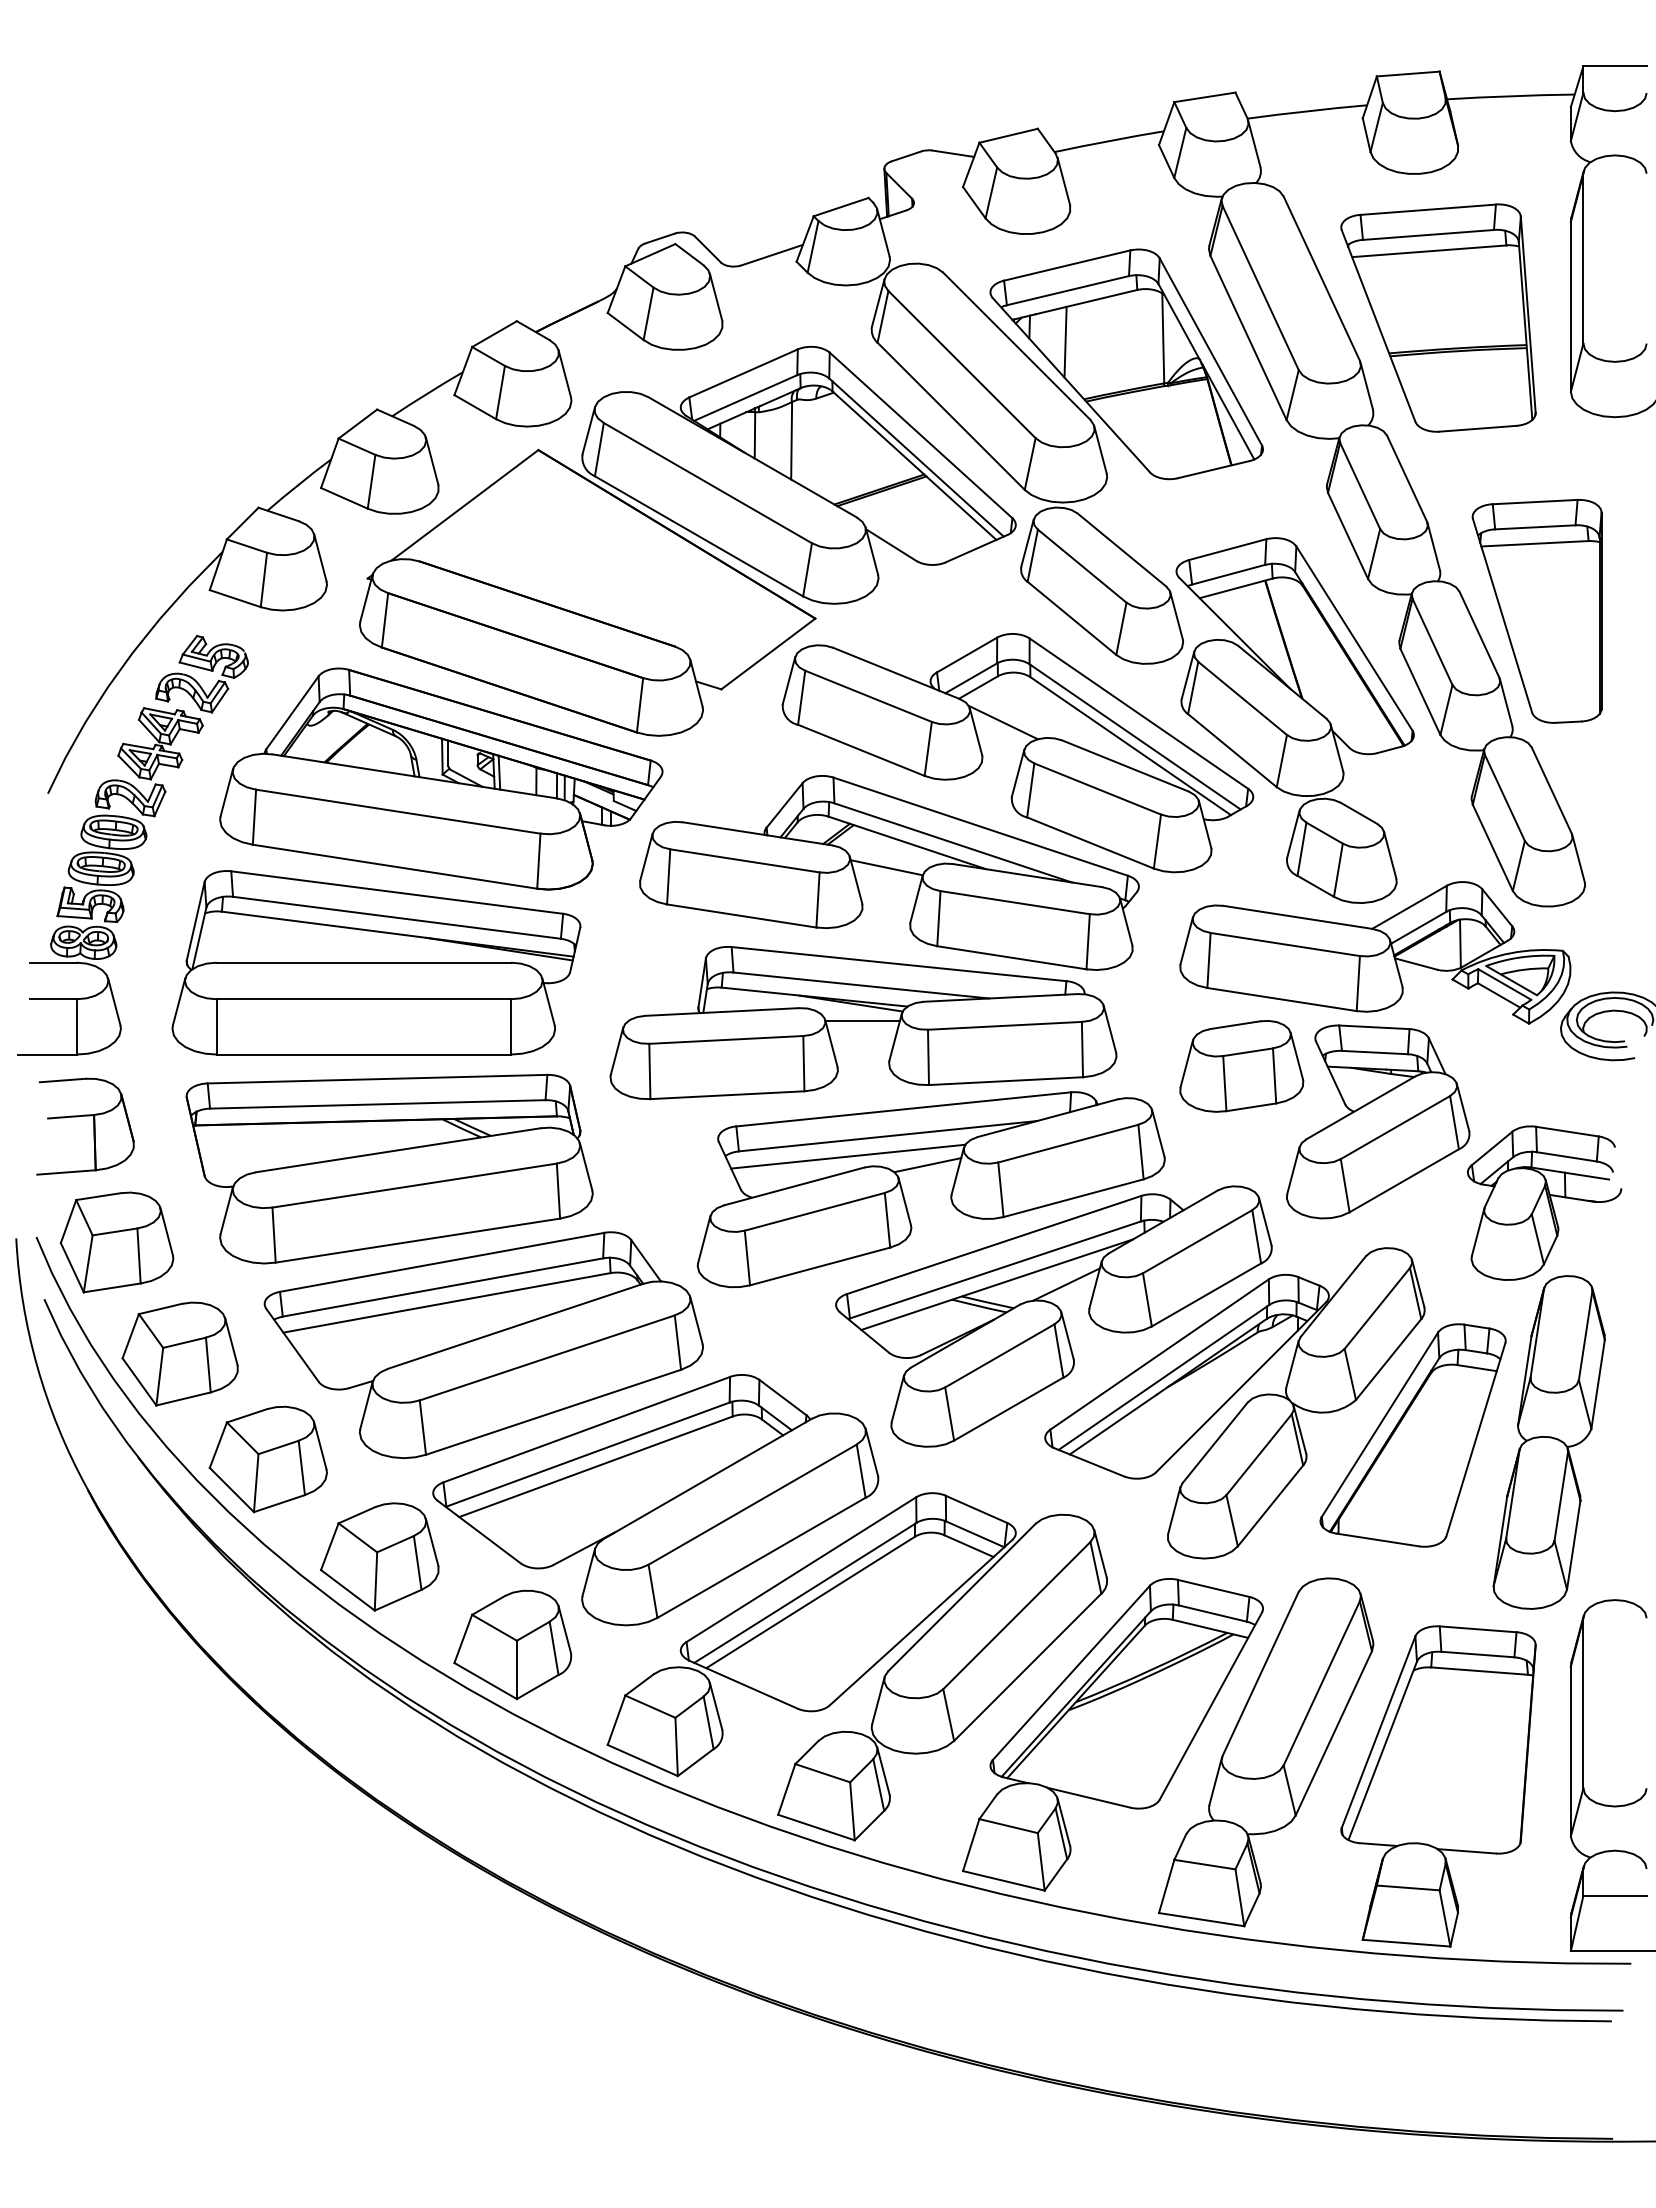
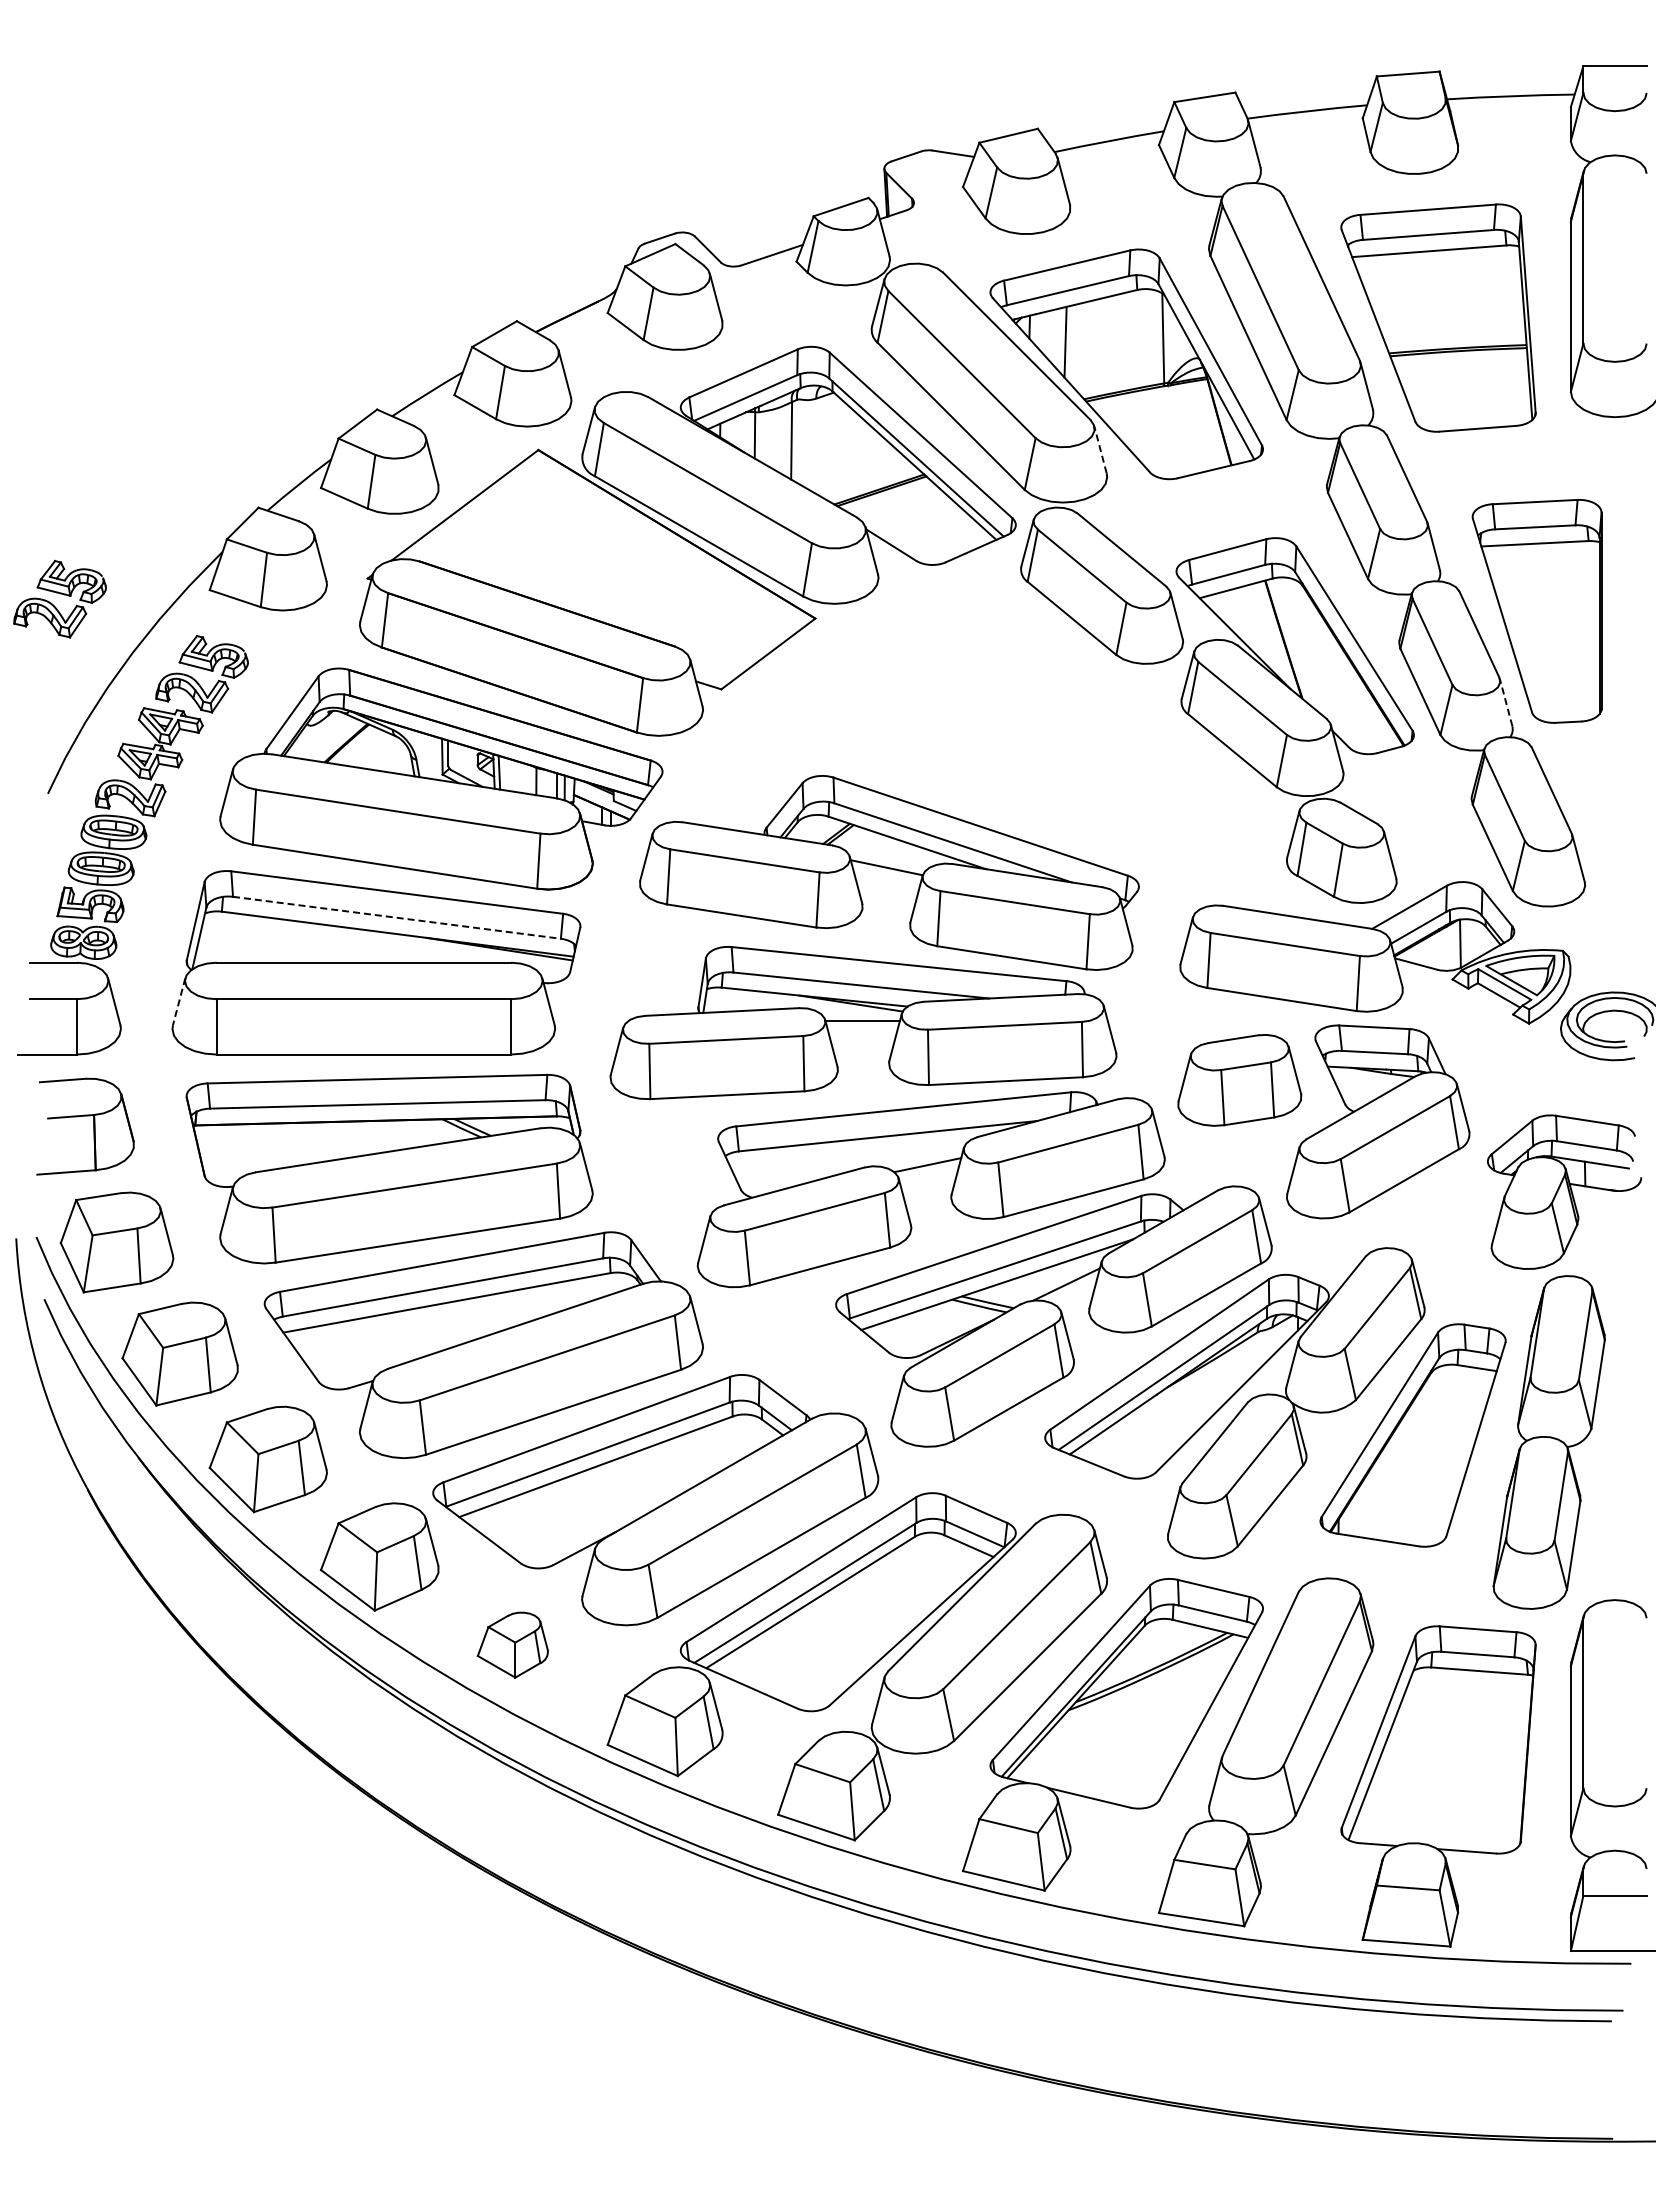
line at (1100, 449): solid -> dashed
part at (59, 599): none -> present
line at (1506, 702): solid -> dashed
part at (1017, 753): present -> none
line at (397, 917): solid -> dashed
line at (179, 1002): solid -> dashed
part at (1241, 1066) position: (1241, 1066) -> (1239, 1080)
line at (848, 1156): present -> none
part at (1544, 1202) position: (1544, 1202) -> (1564, 1191)
part at (512, 1645) size: 120x111 px -> 73x68 px
